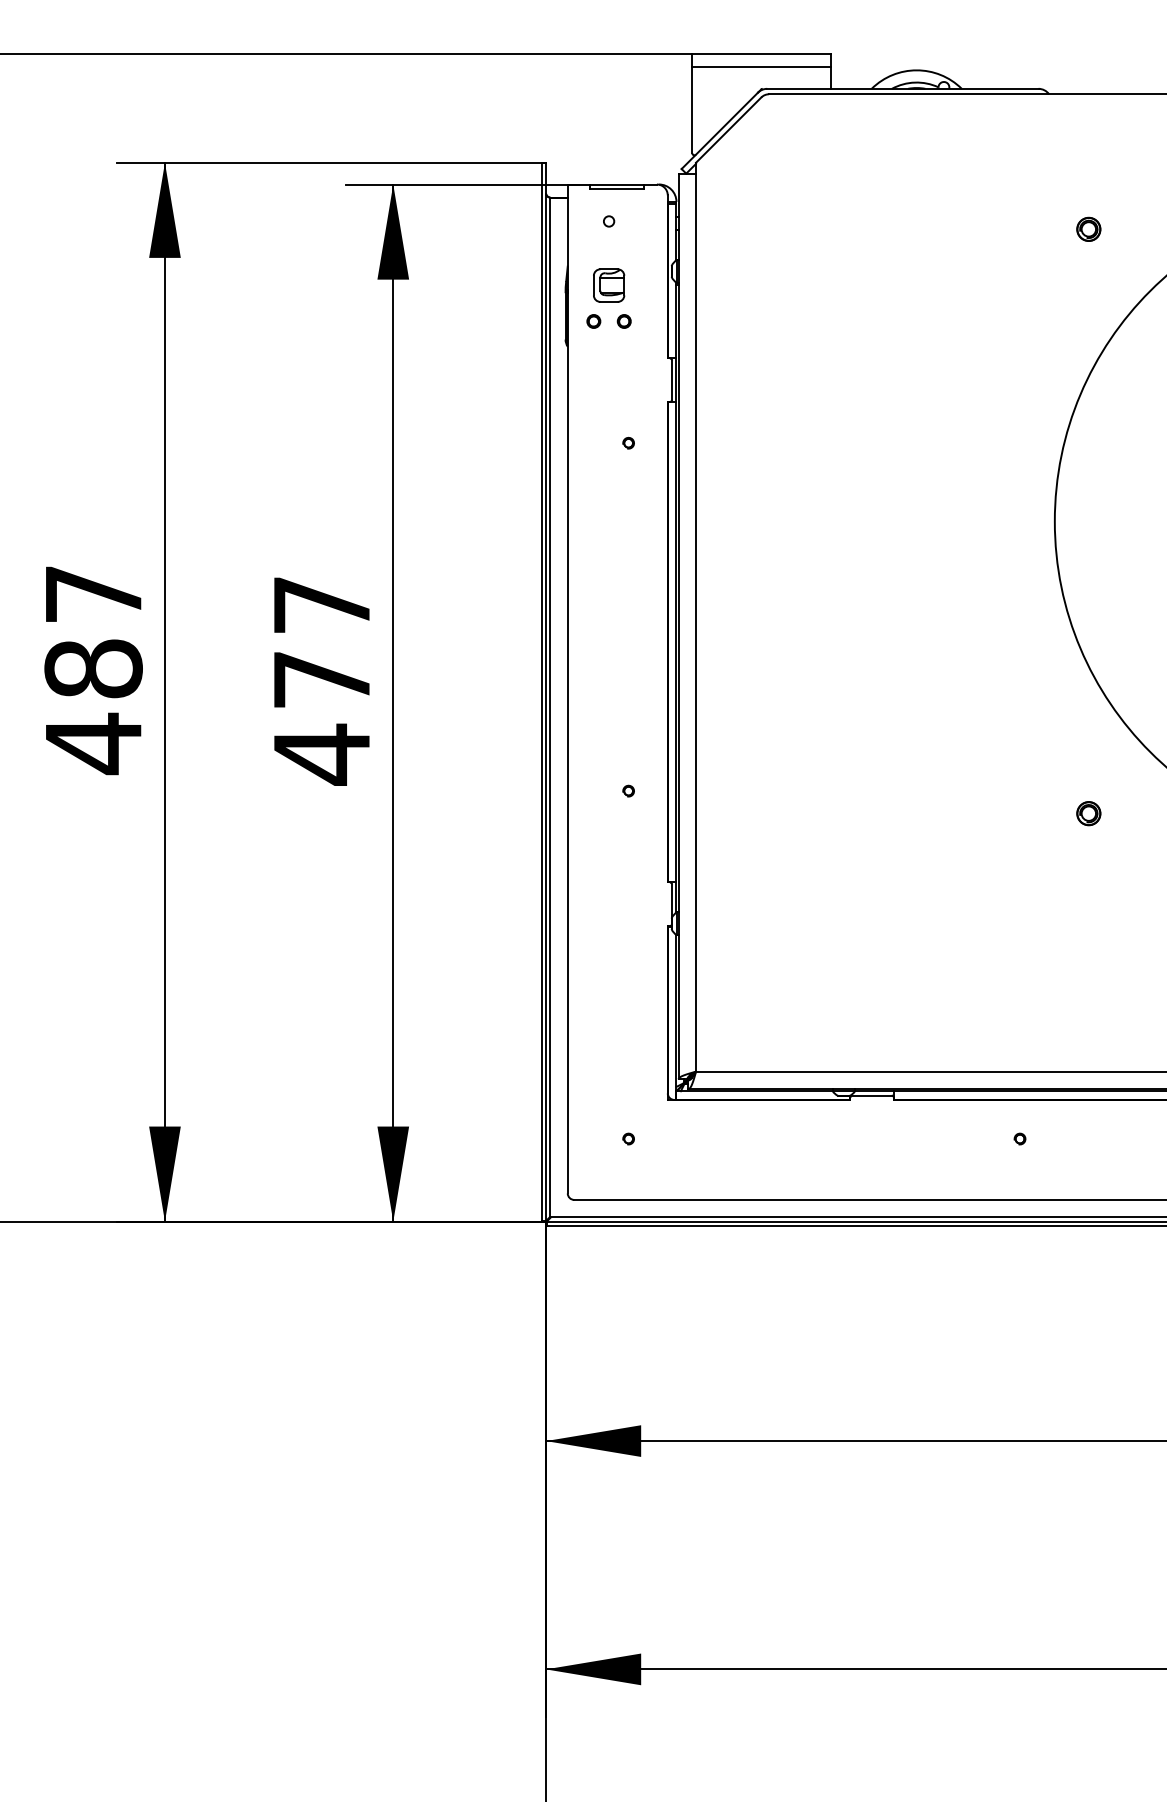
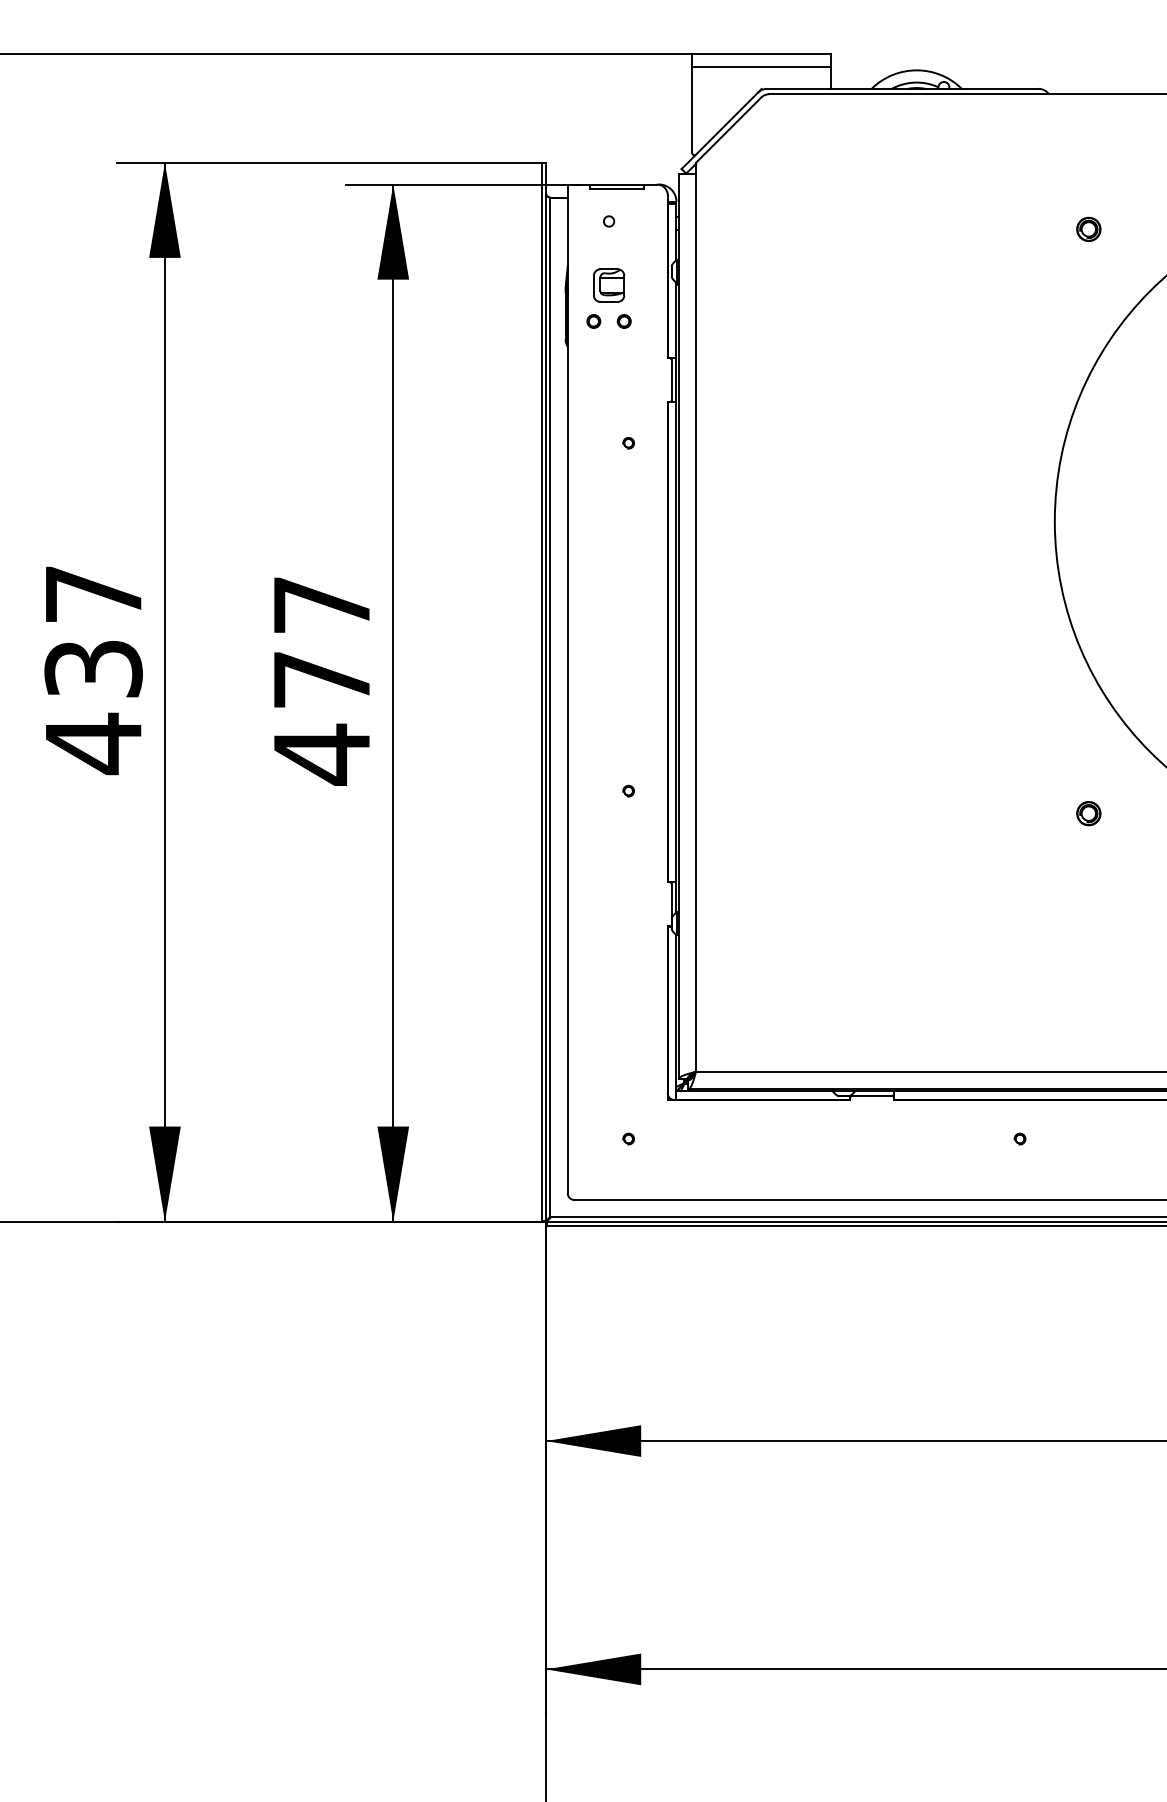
text at (93, 668): 487 -> 437
